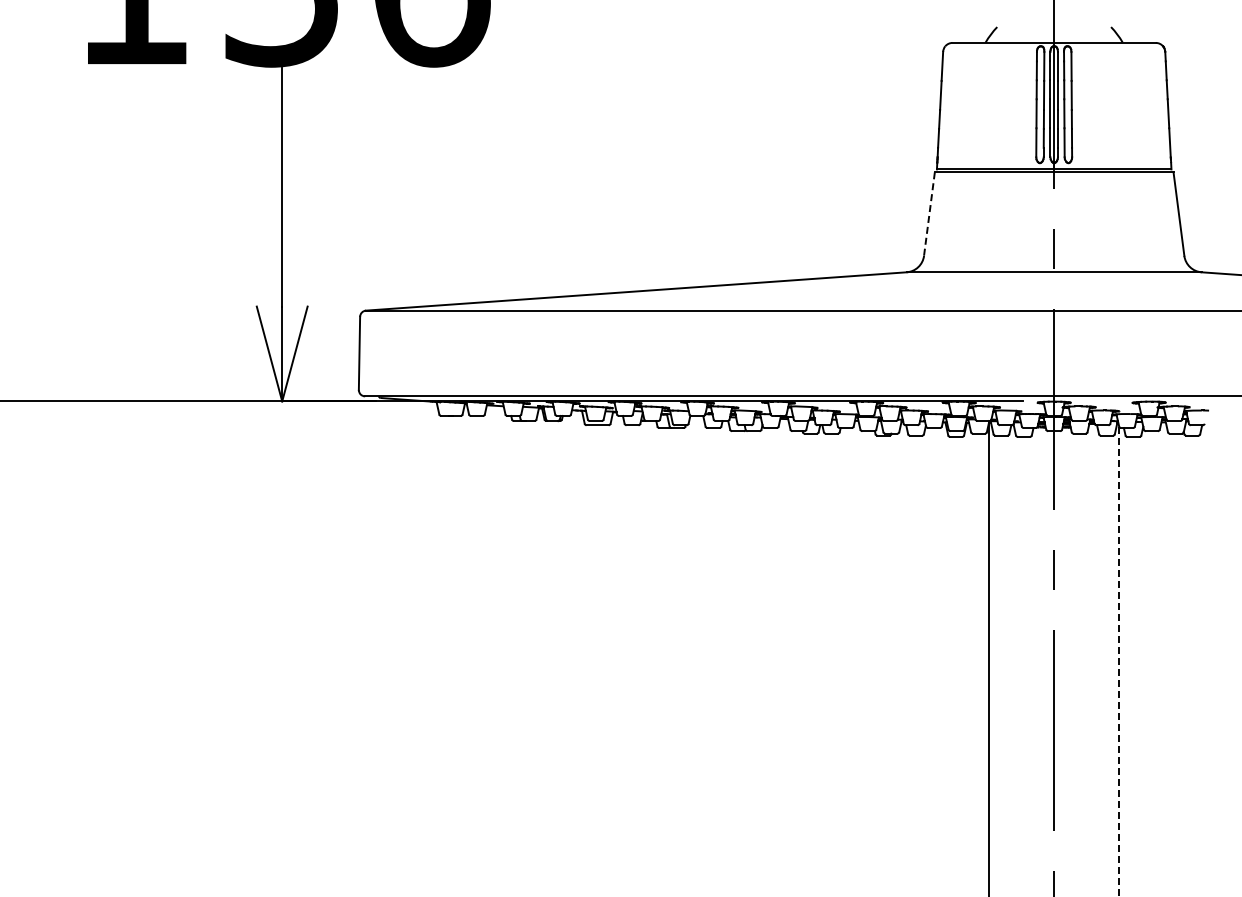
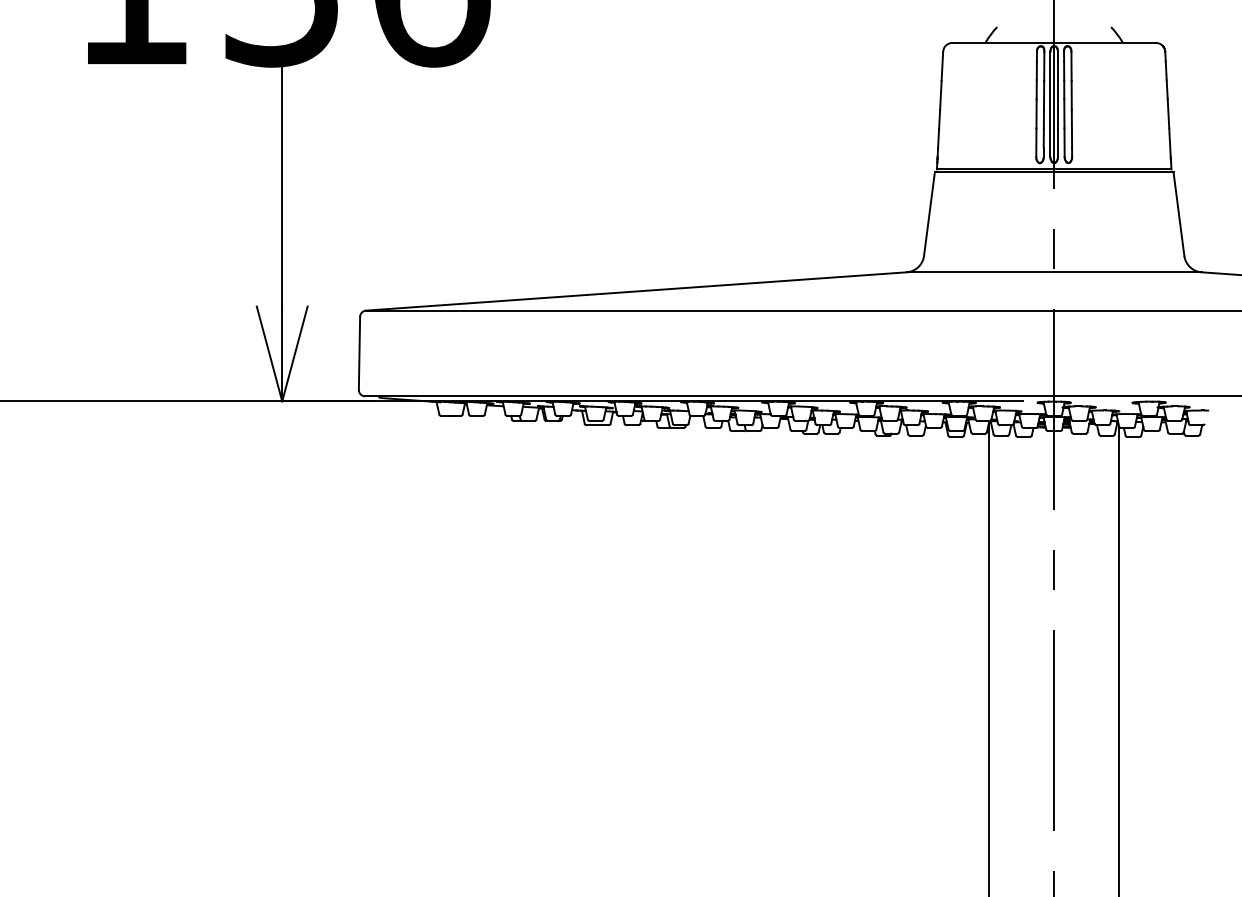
line at (929, 214): dashed -> solid
line at (1119, 661): dashed -> solid
